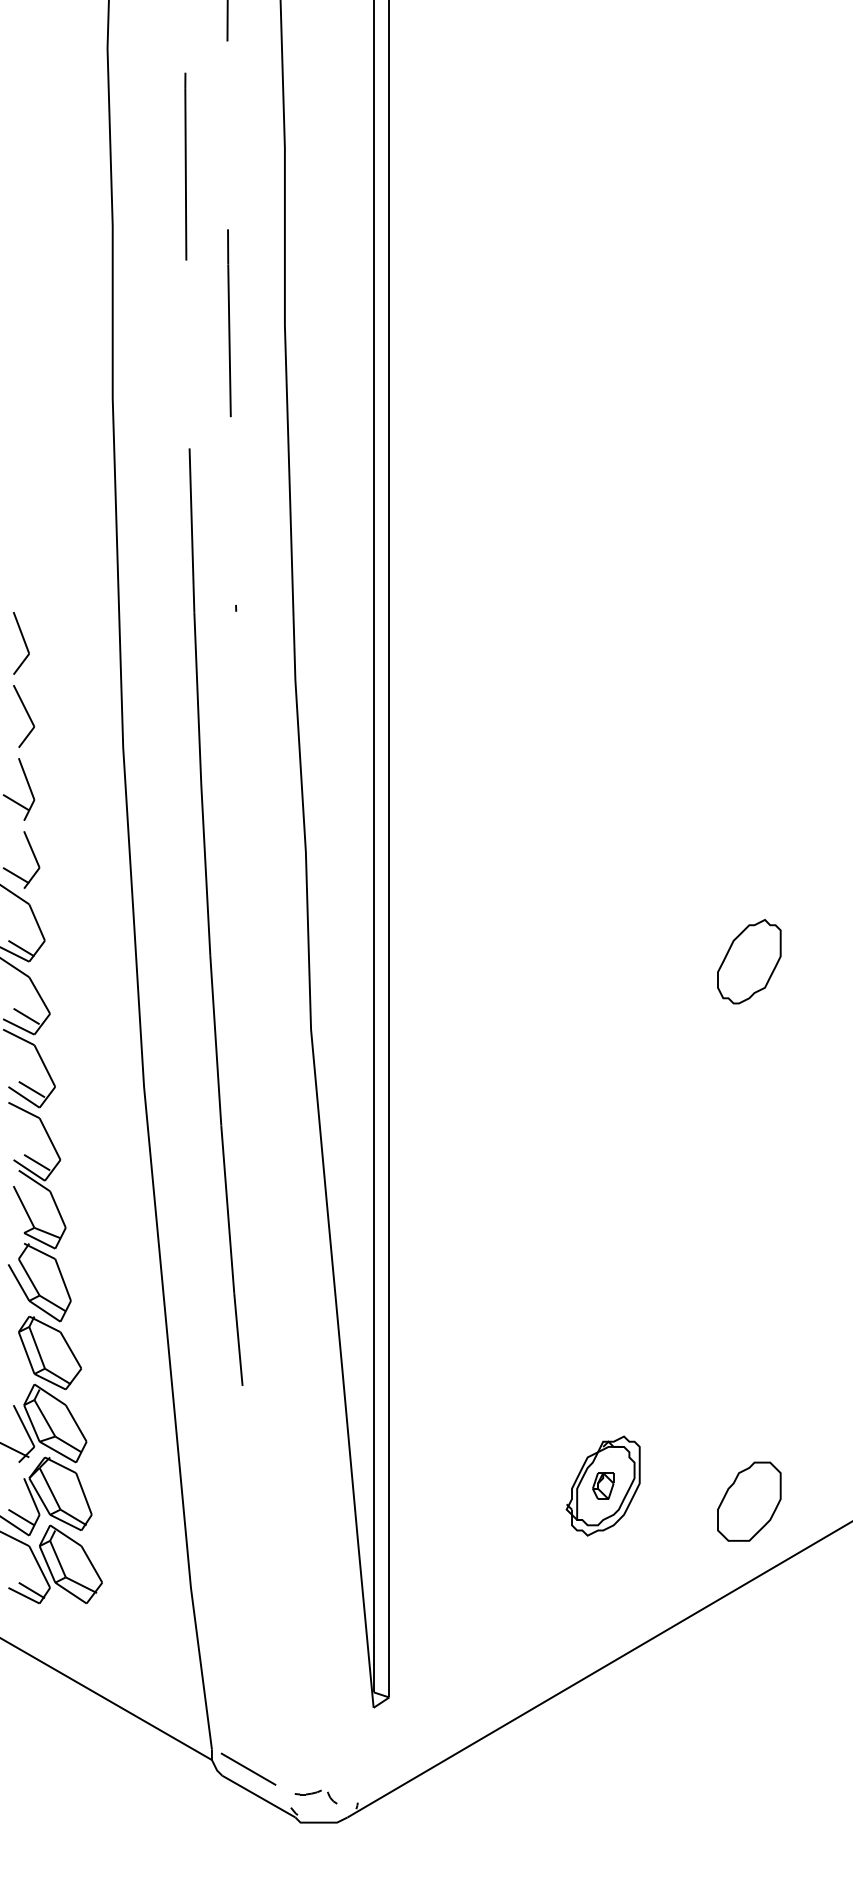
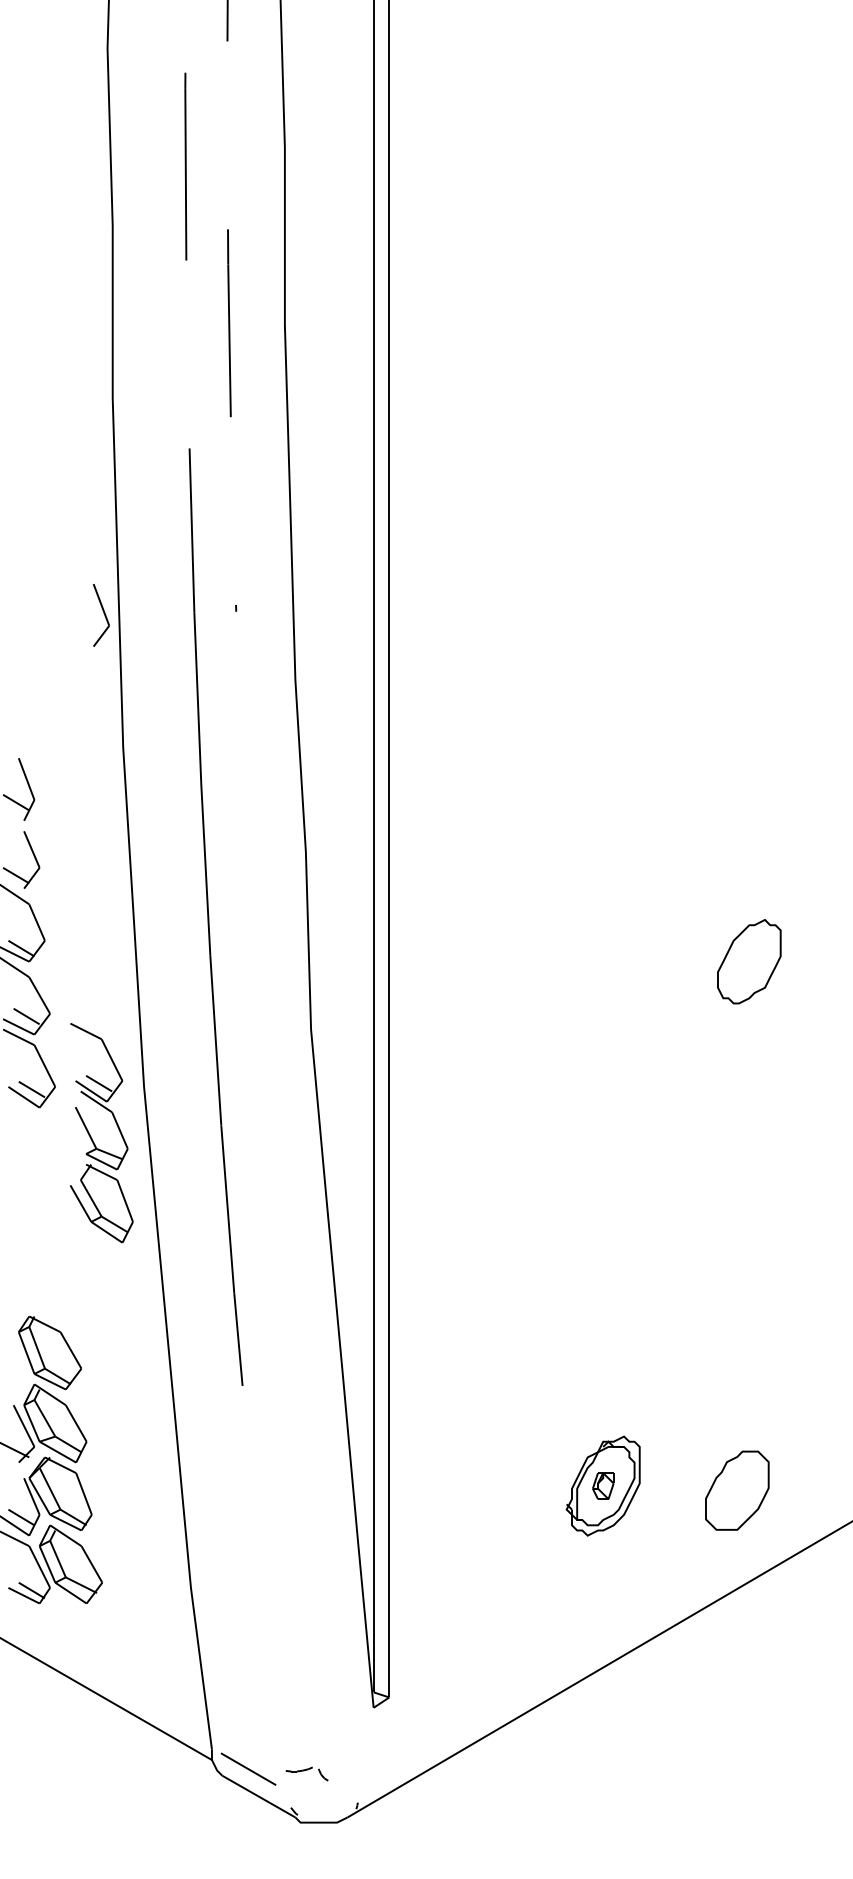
part at (21, 643) position: (21, 643) -> (101, 615)
part at (24, 716): present -> none
part at (30, 1217) position: (30, 1217) -> (92, 1138)
part at (749, 1501) position: (749, 1501) -> (737, 1490)
part at (315, 1796) position: (315, 1796) -> (306, 1773)
